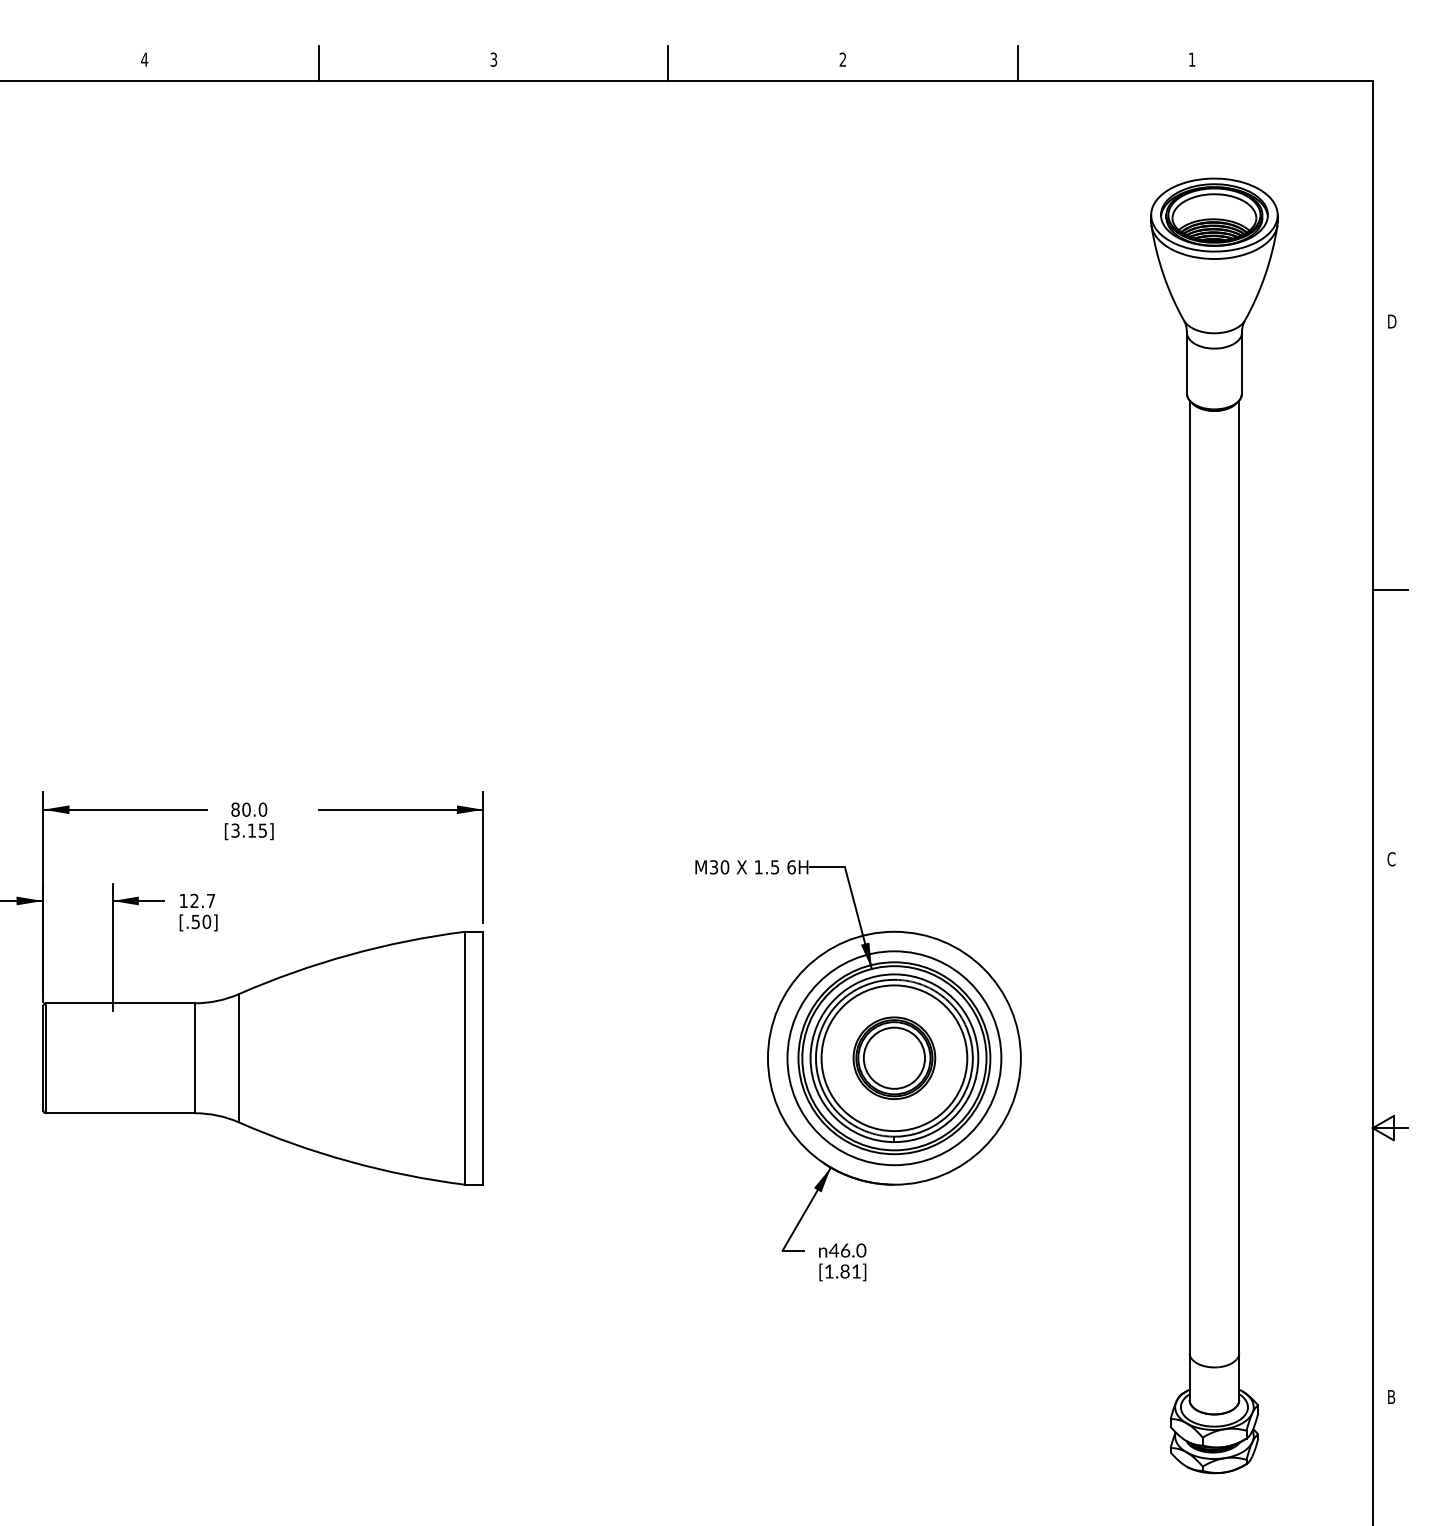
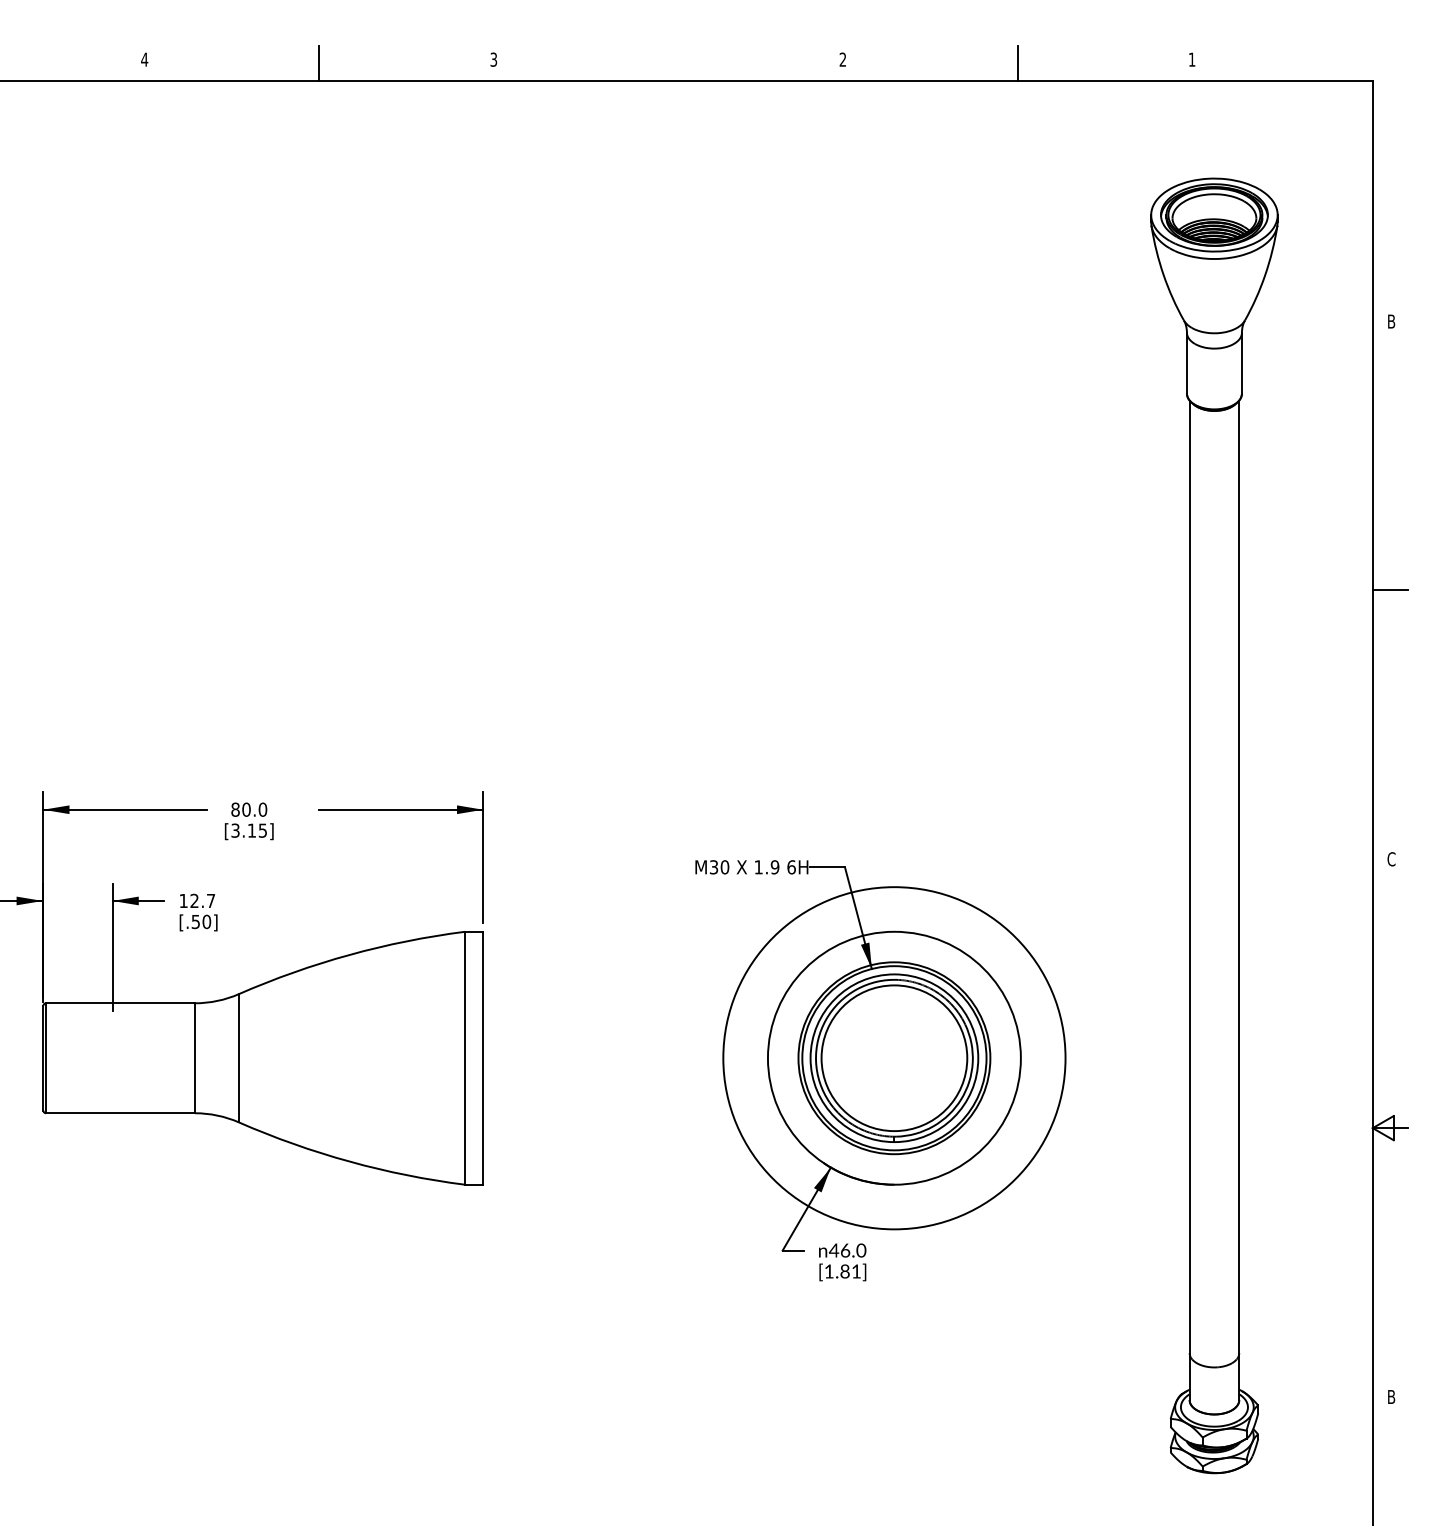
line at (668, 62): present -> none
text at (1392, 321): D -> B
text at (774, 867): 1.5 -> 1.9
part at (894, 1057): present -> none
circle at (894, 1058) diameter: 214 px -> 342 px
